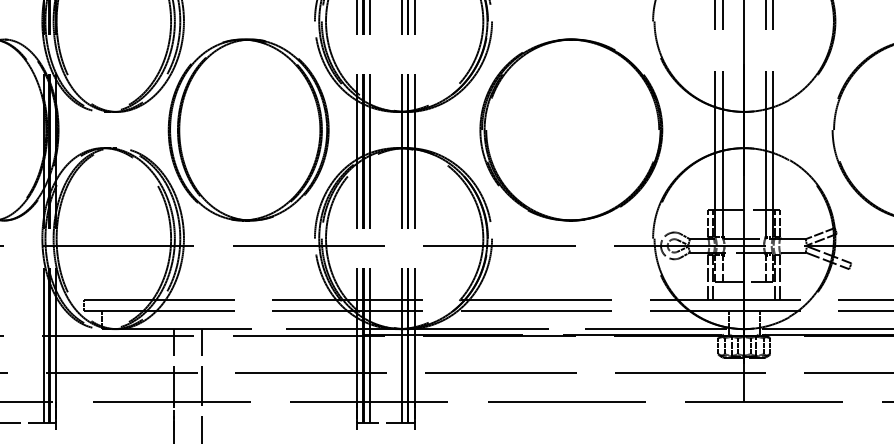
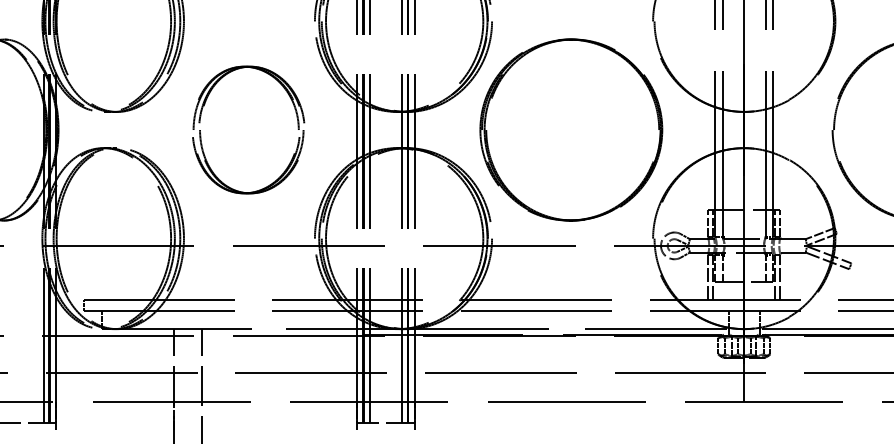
part at (248, 129) size: 163x184 px -> 114x130 px
